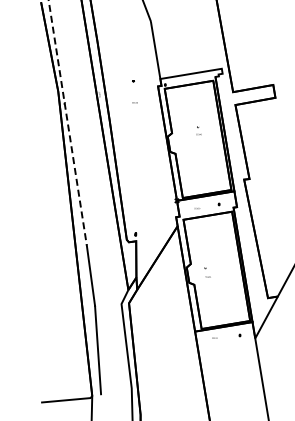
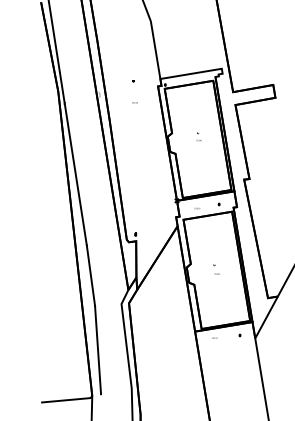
line at (67, 123): dashed -> solid
part at (198, 130) position: (198, 130) -> (198, 136)
part at (207, 272) position: (207, 272) -> (216, 269)
